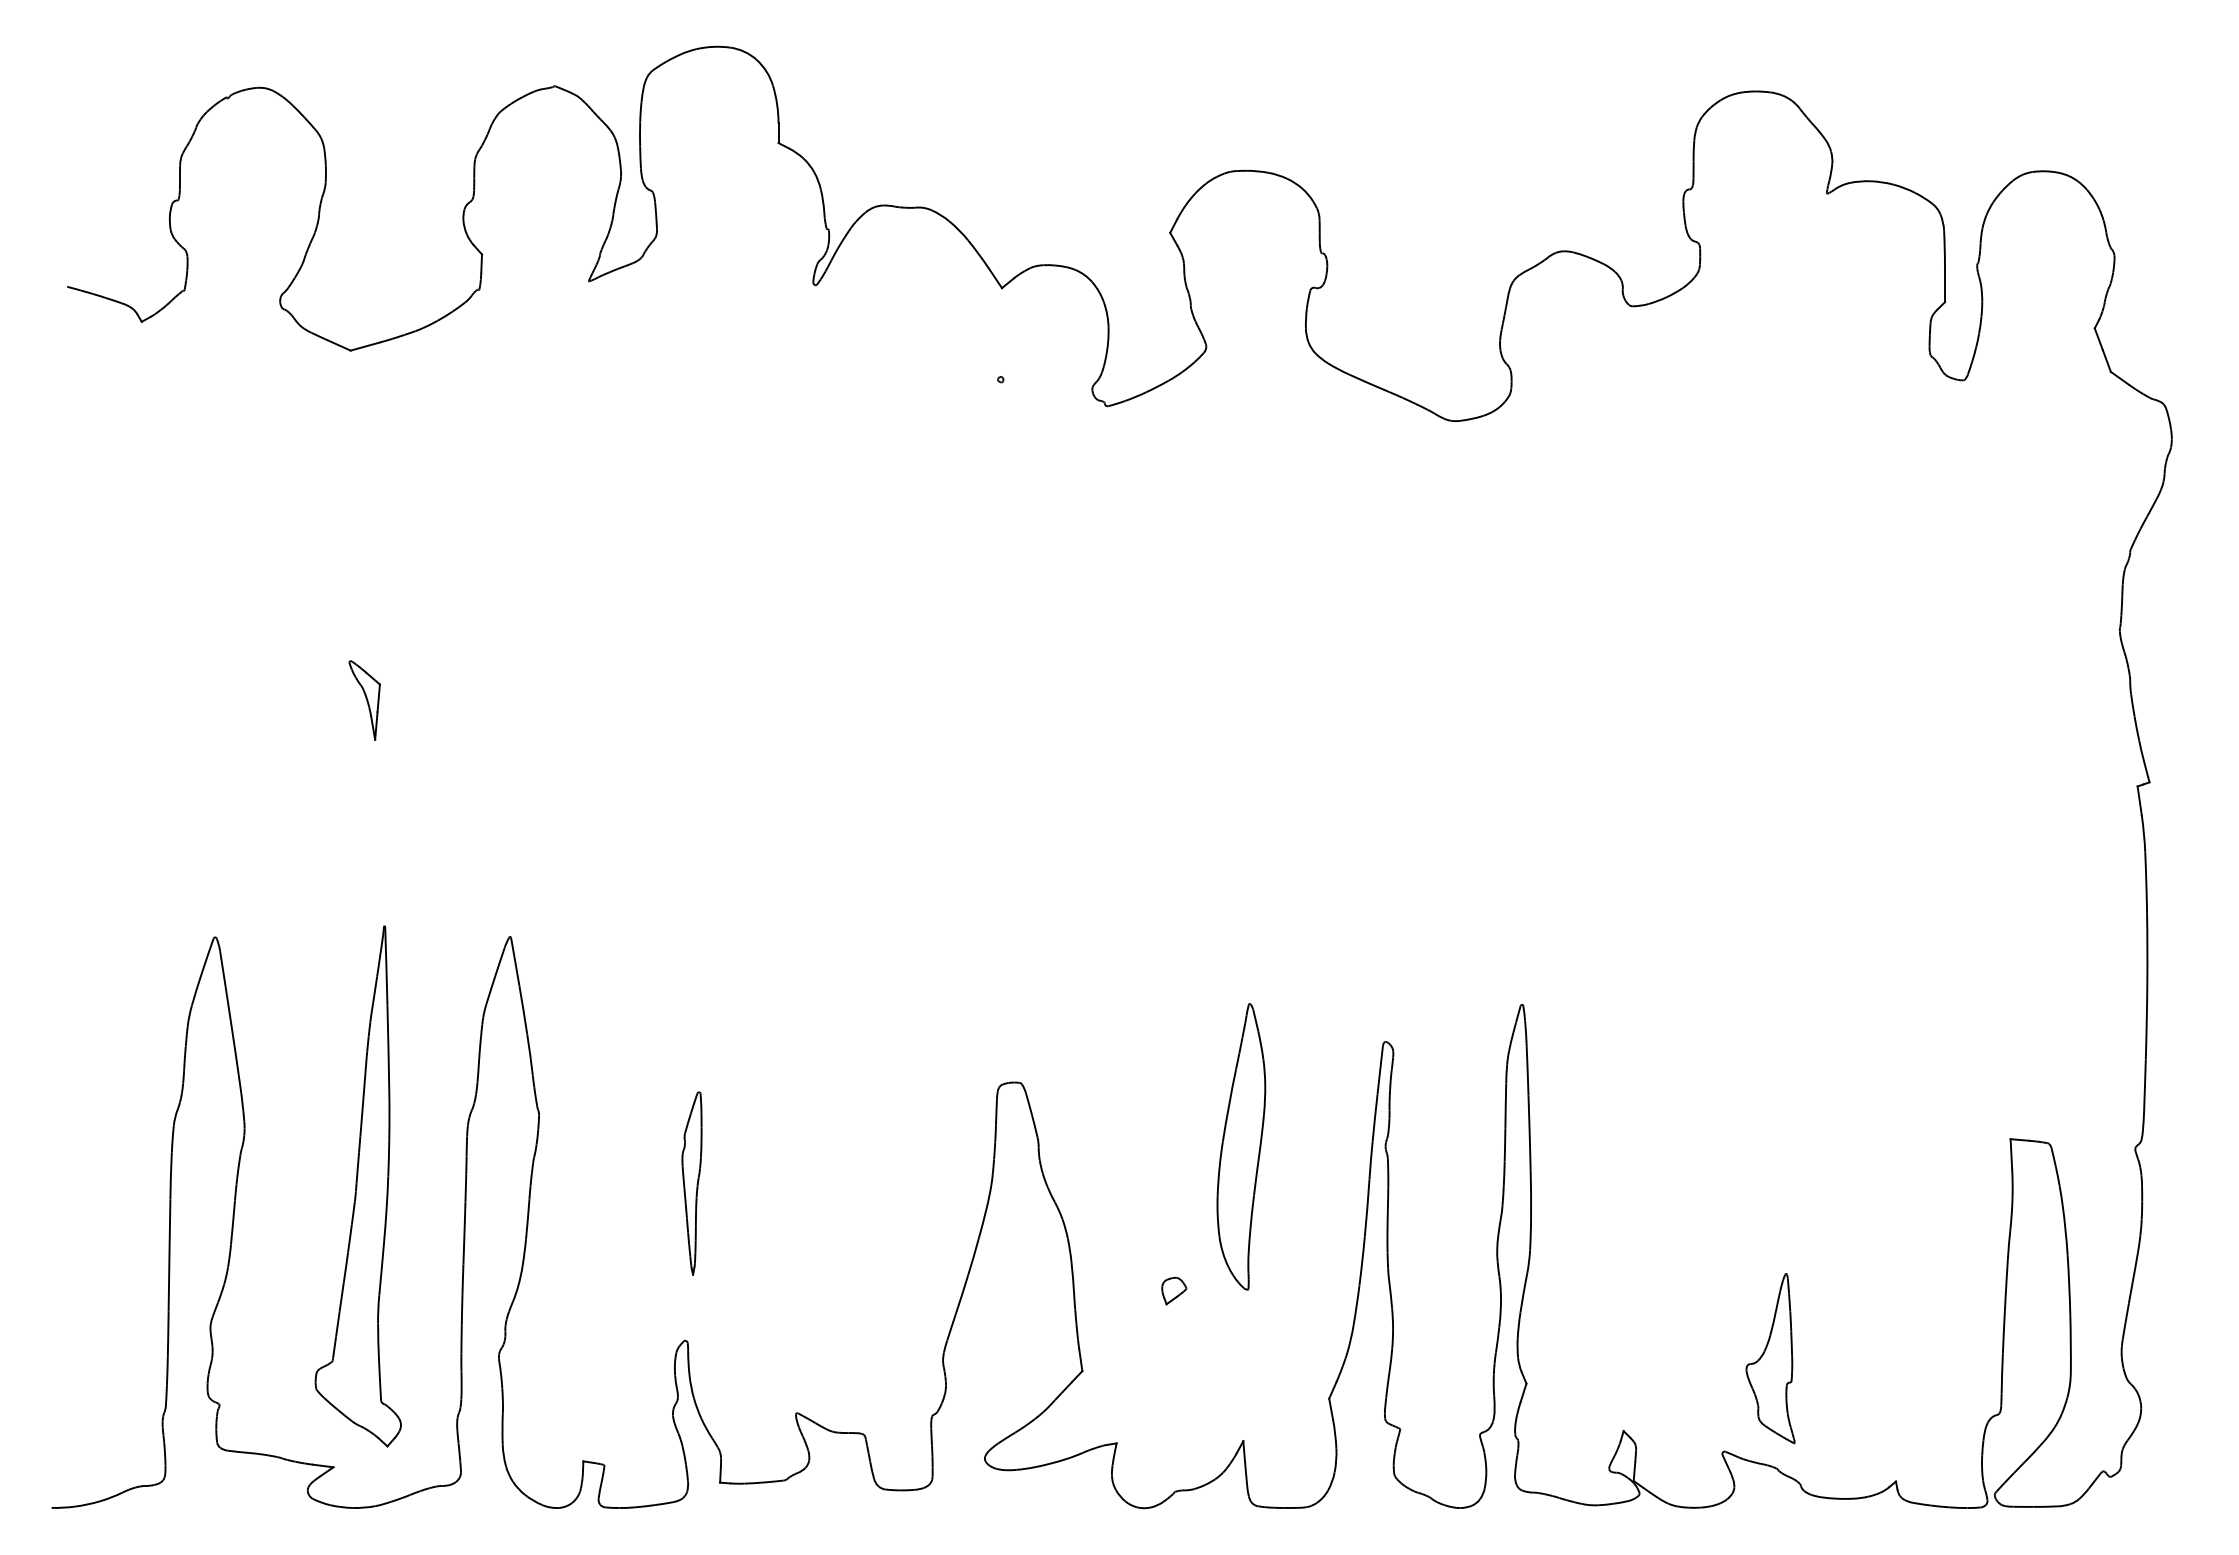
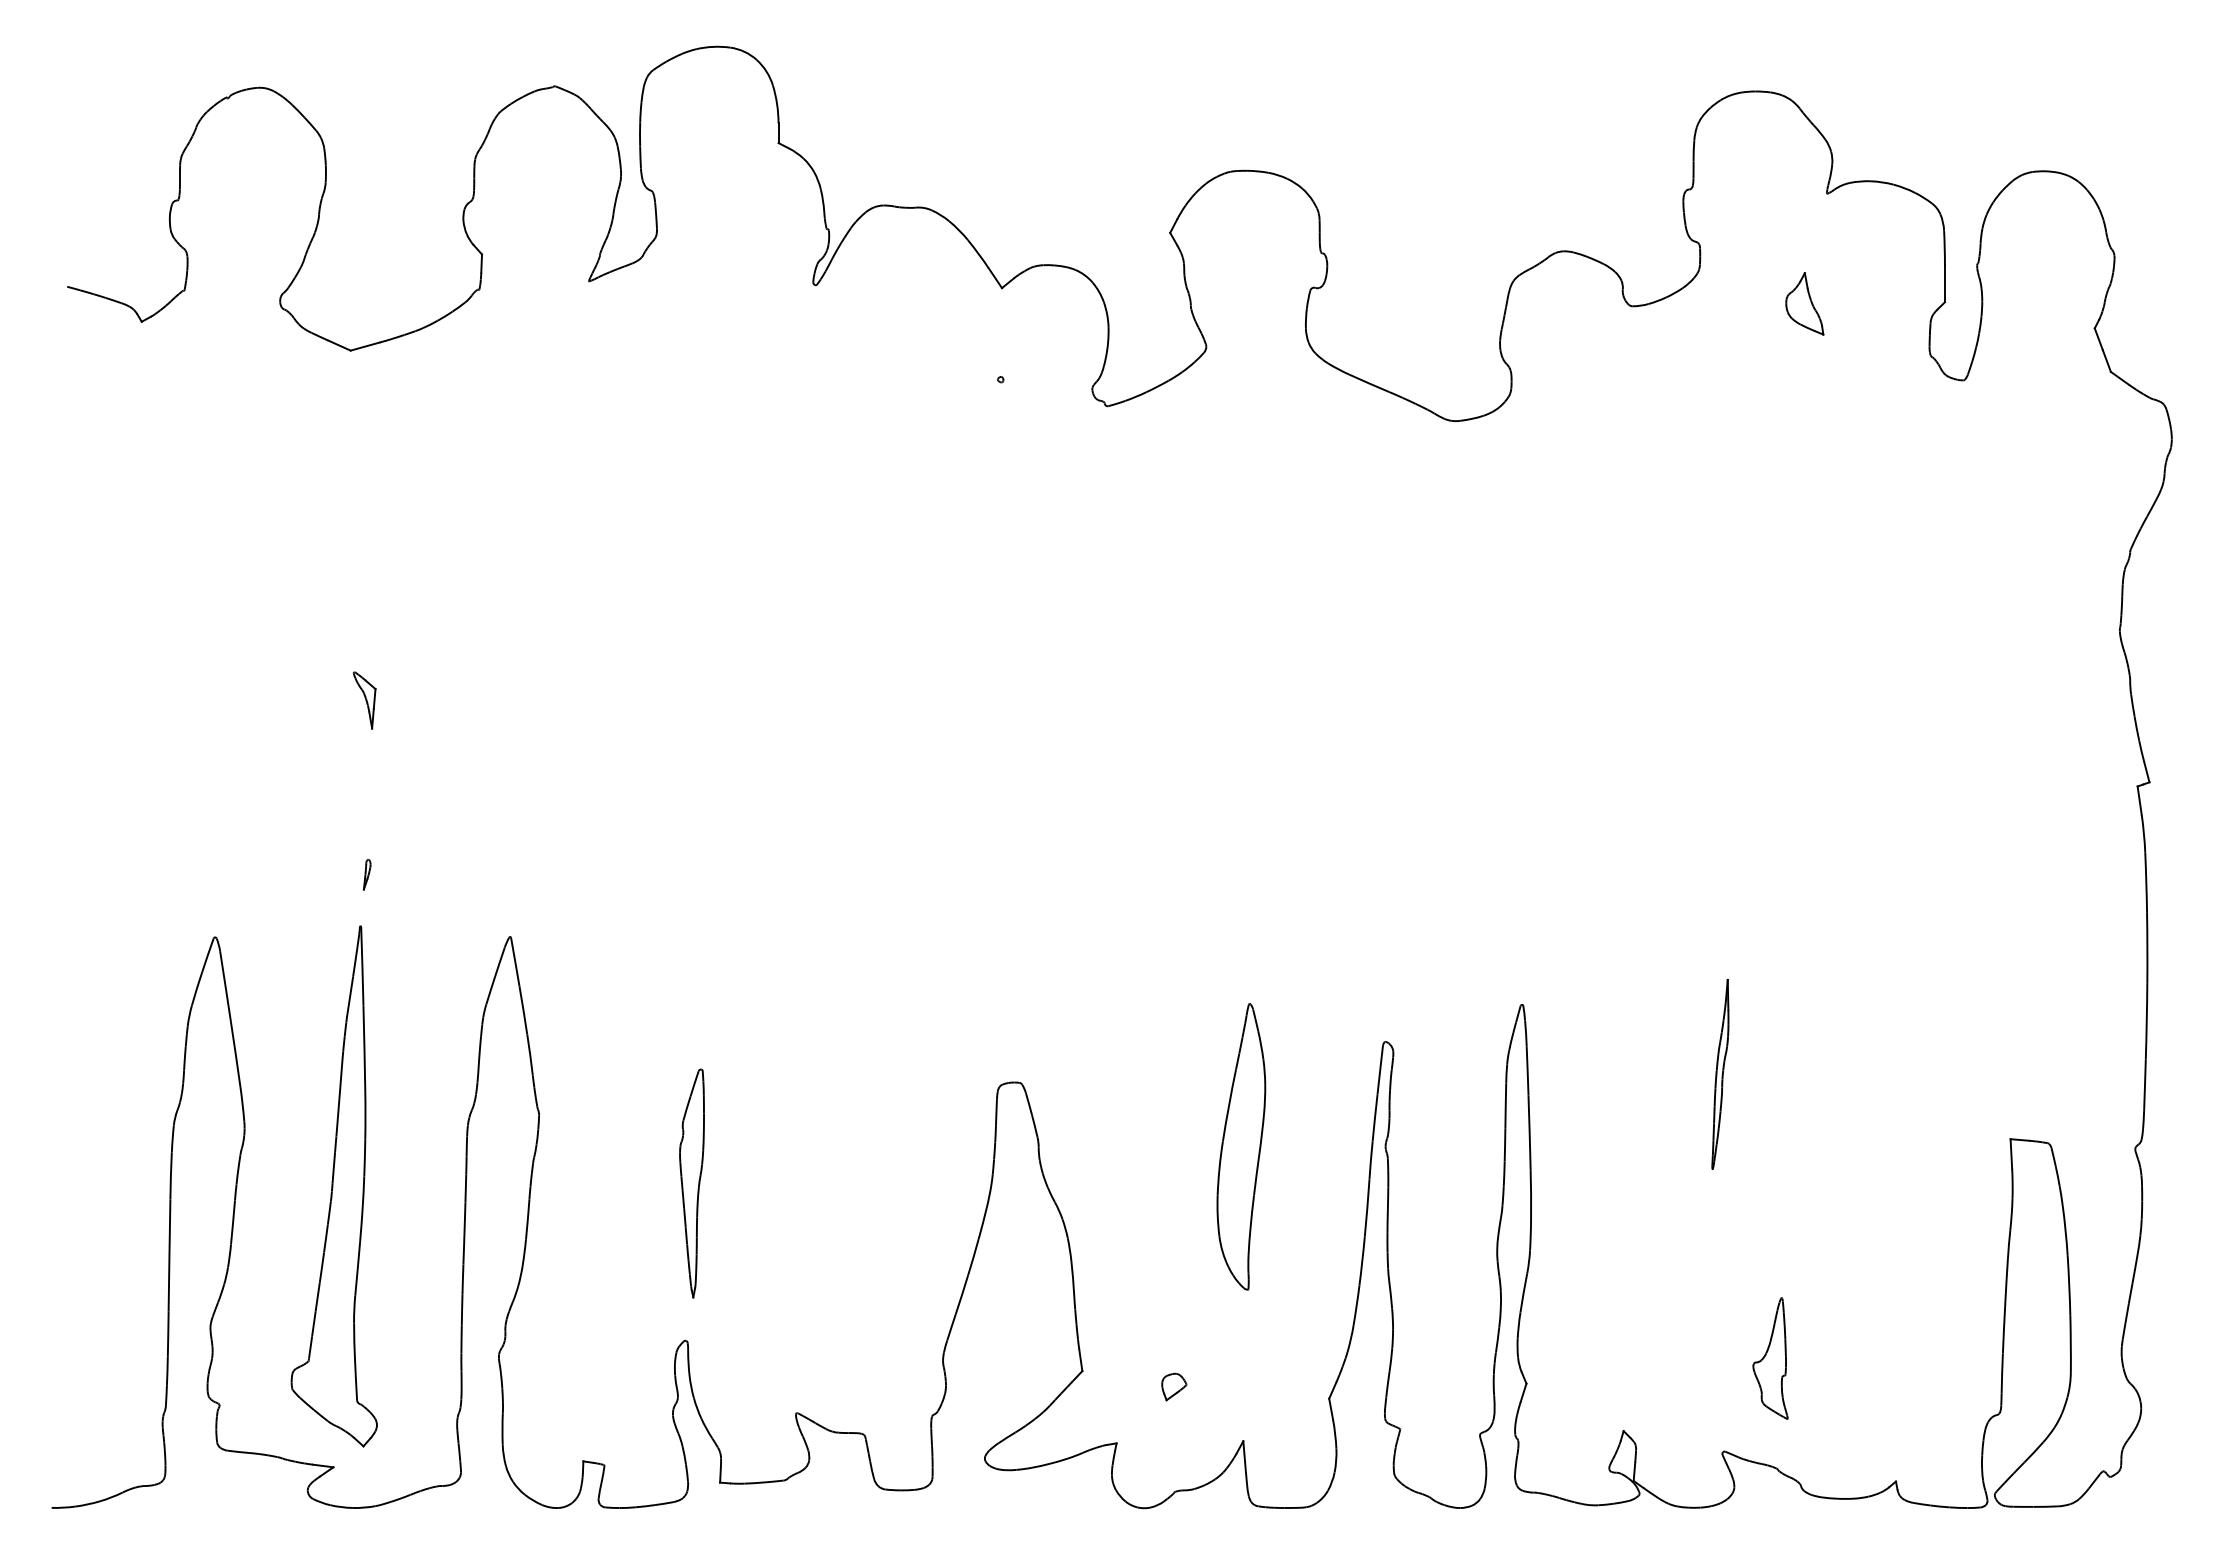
part at (1804, 303): none -> present
part at (364, 700) size: 33x81 px -> 25x59 px
part at (366, 874): none -> present
part at (1720, 1074): none -> present
part at (691, 1183) size: 22x185 px -> 26x231 px
part at (357, 1186) position: (357, 1186) -> (333, 1186)
part at (1174, 1290) position: (1174, 1290) -> (1174, 1386)
part at (1770, 1358) size: 51x172 px -> 37x123 px
